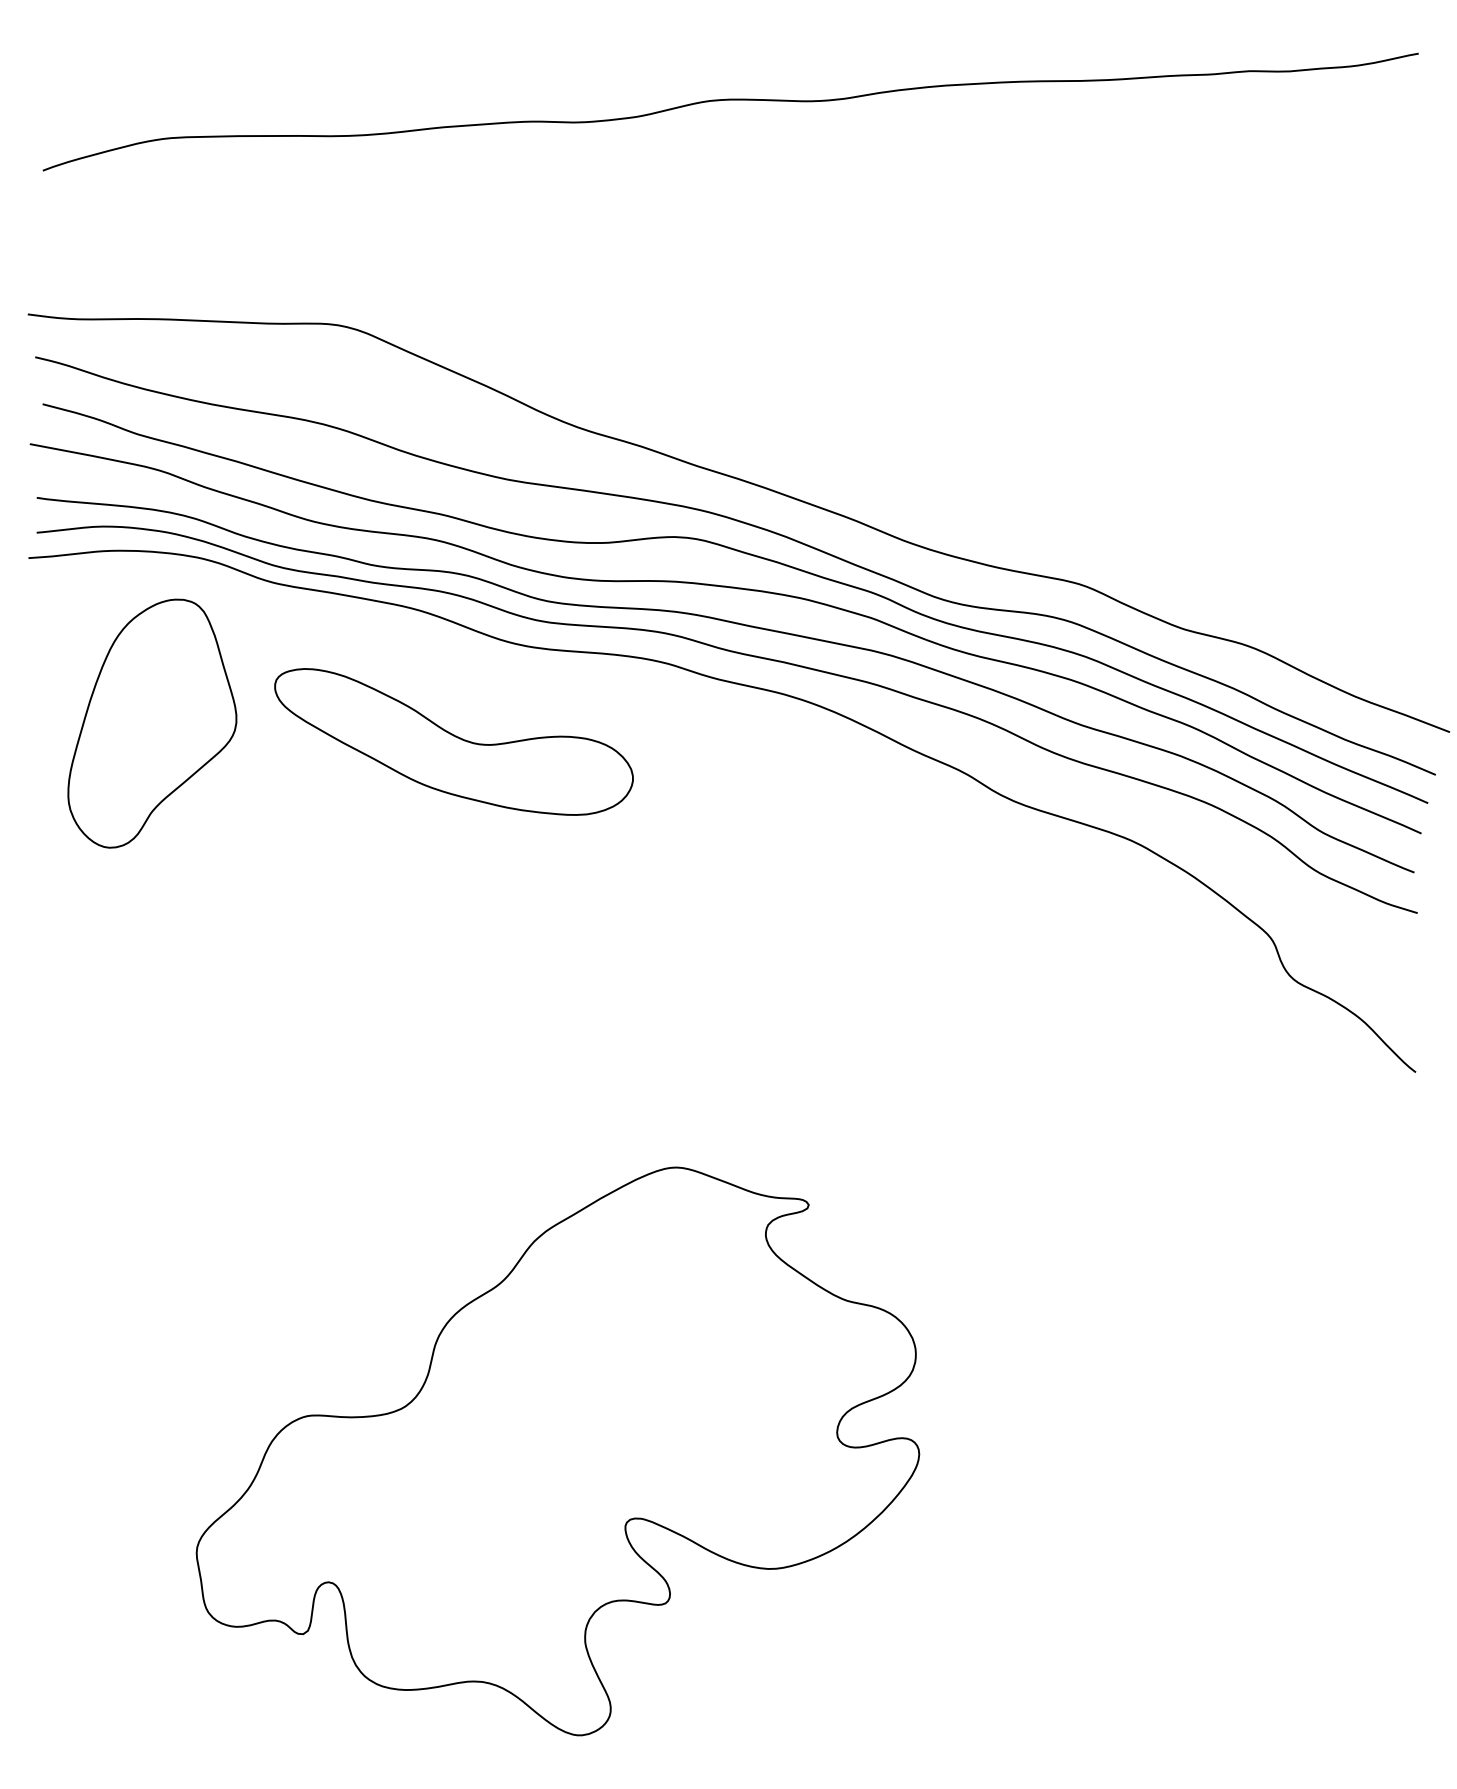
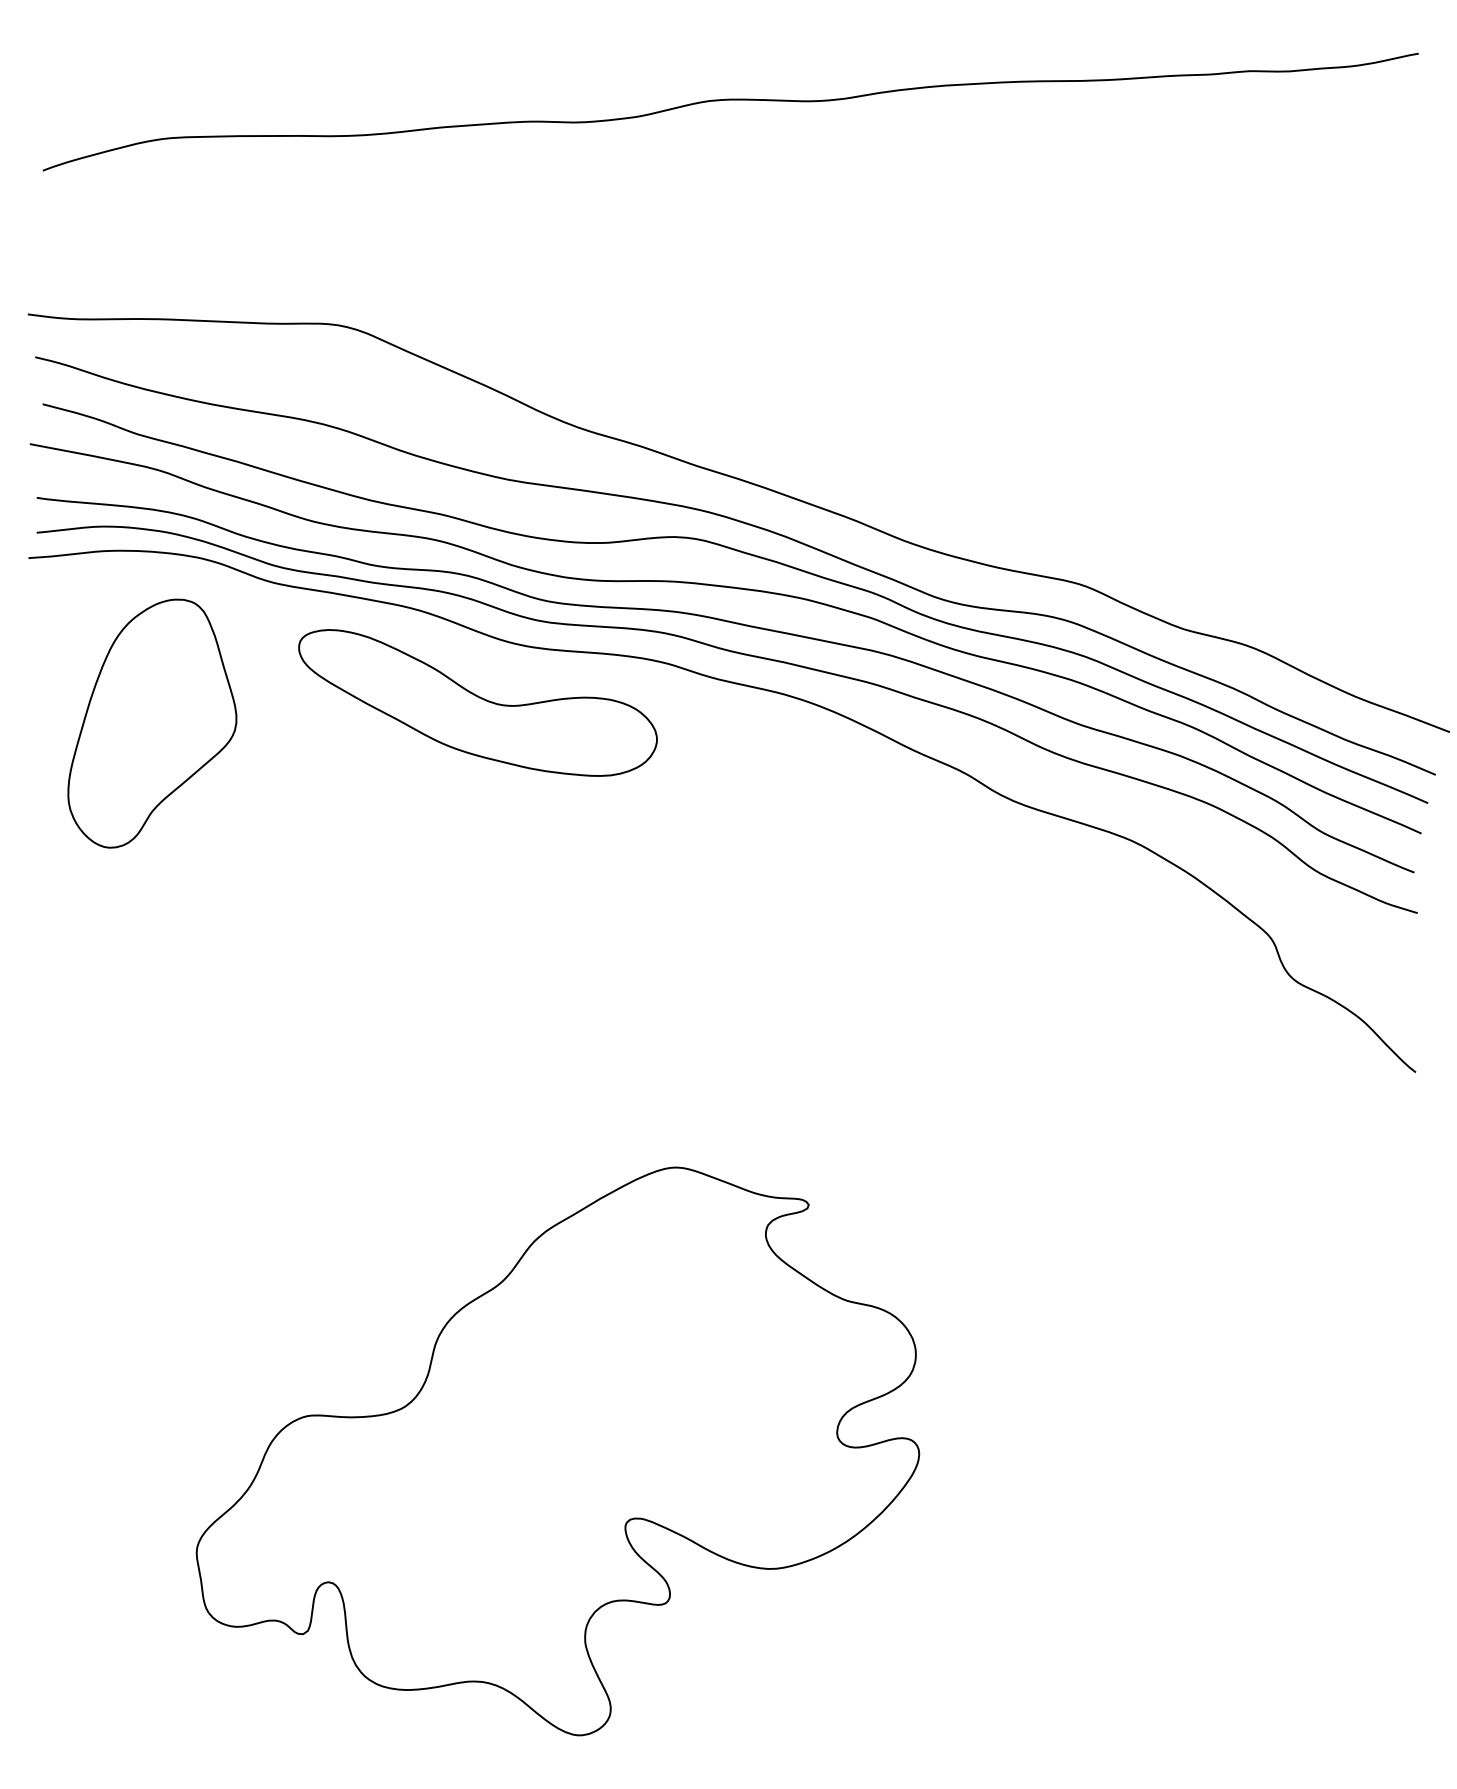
part at (453, 741) position: (453, 741) -> (477, 702)
